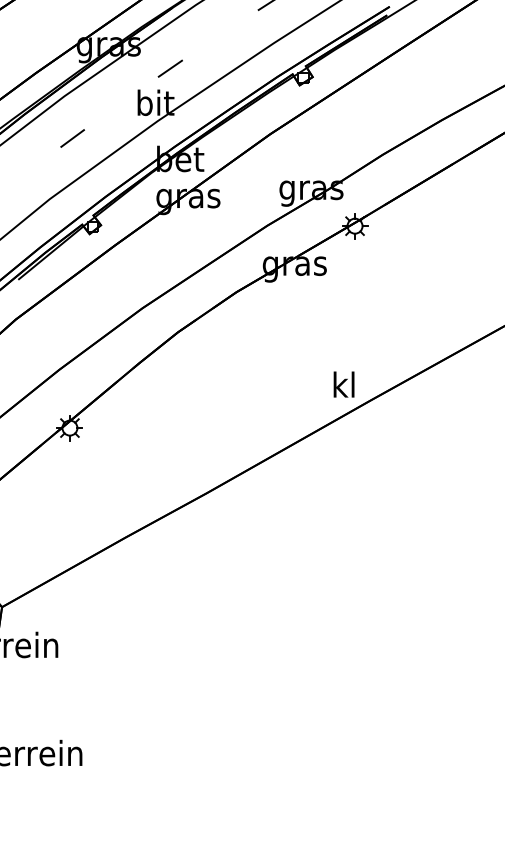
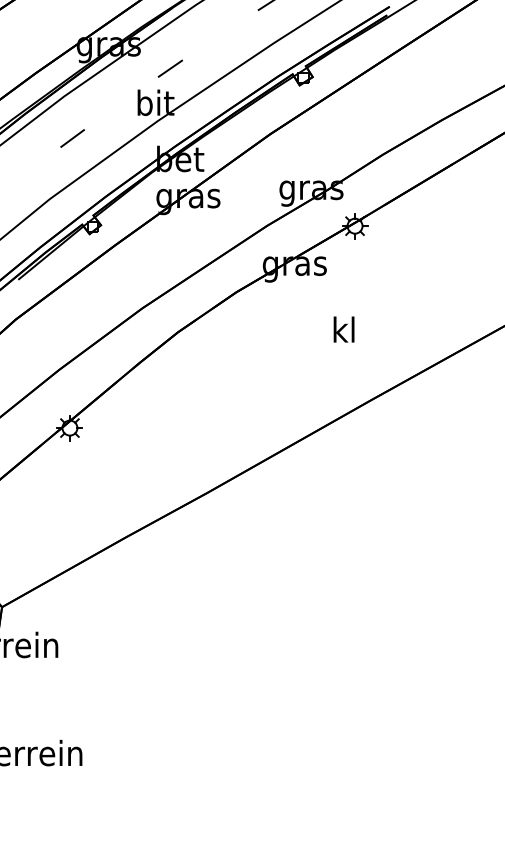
text at (343, 384) position: (343, 384) -> (343, 329)
